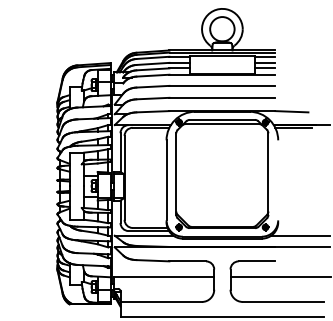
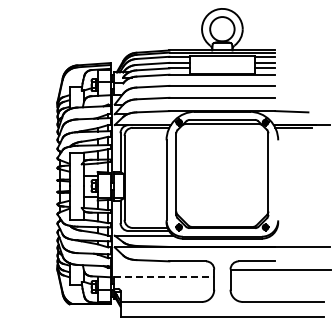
line at (300, 235): present -> none
line at (164, 276): solid -> dashed
line at (279, 276) position: (279, 276) -> (279, 269)
